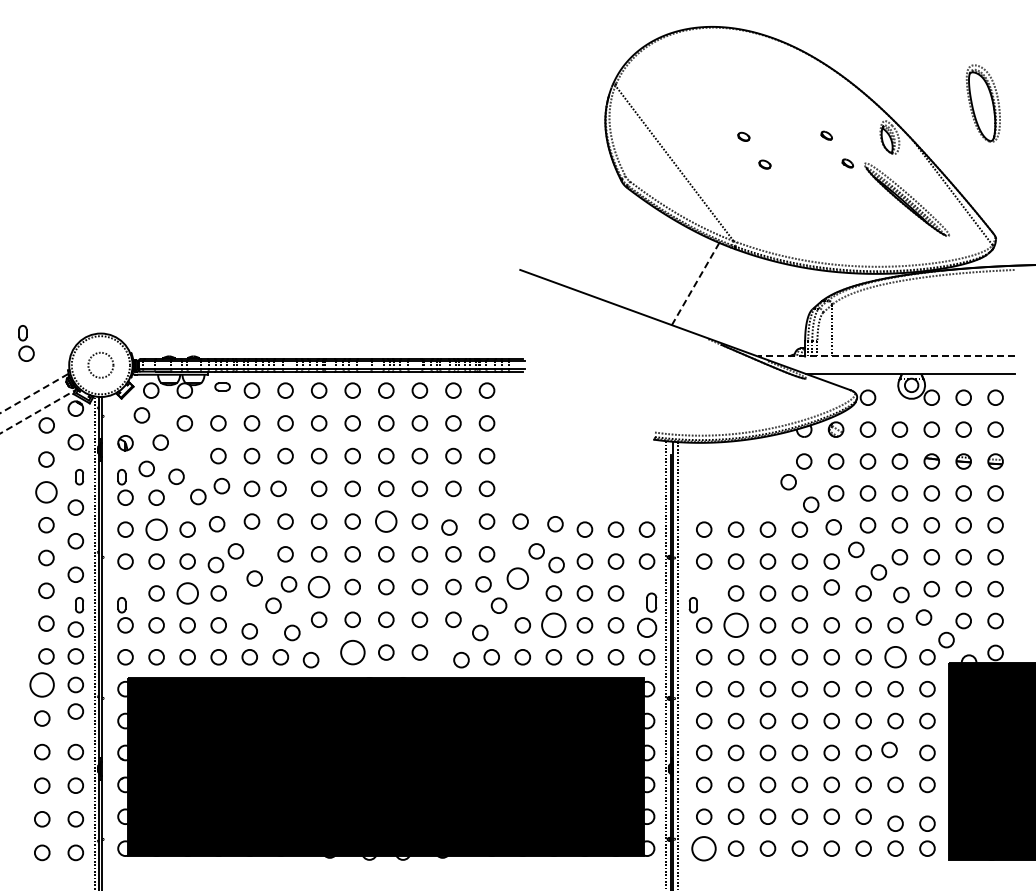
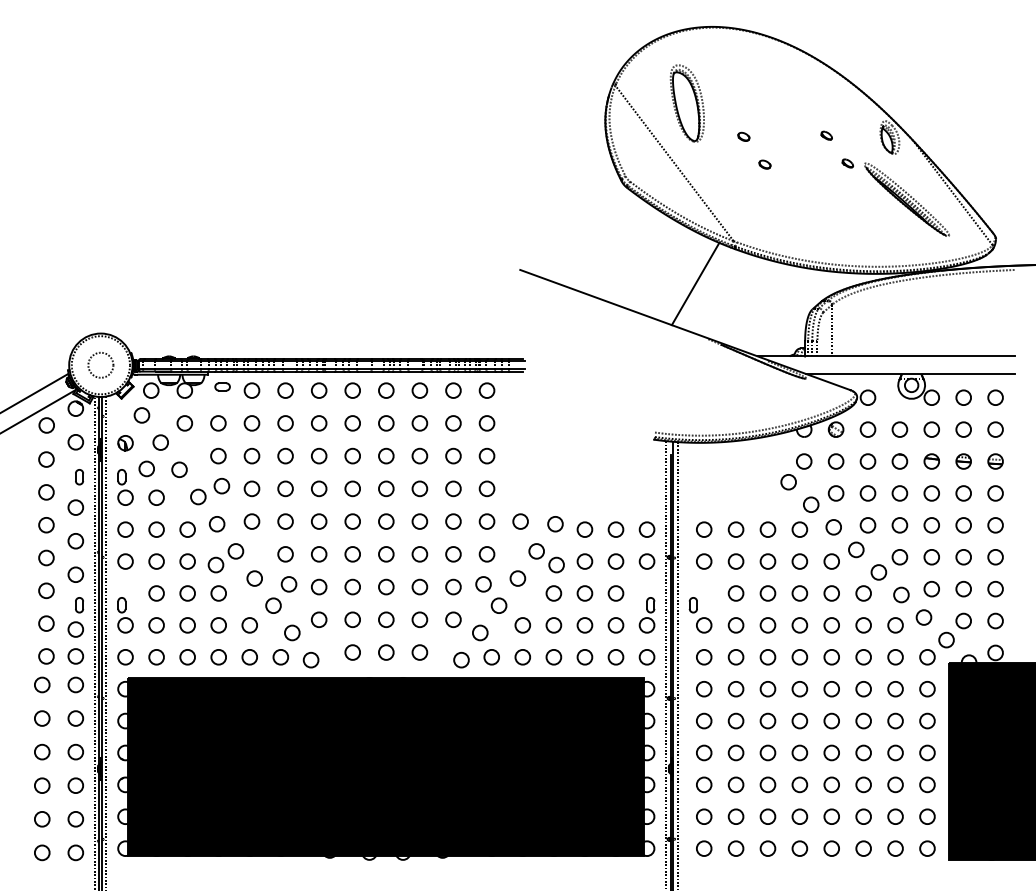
part at (982, 103) position: (982, 103) -> (686, 103)
line at (695, 284): dashed -> solid
part at (26, 343): present -> none
line at (885, 356): dashed -> solid
line at (34, 393): dashed -> solid
line at (39, 411): dashed -> solid
circle at (176, 476) position: (176, 476) -> (179, 469)
circle at (278, 488) position: (278, 488) -> (285, 488)
circle at (46, 492) size: 23x23 px -> 17x17 px
circle at (386, 521) size: 23x23 px -> 17x17 px
circle at (449, 527) position: (449, 527) -> (453, 521)
circle at (156, 529) size: 23x23 px -> 17x17 px
circle at (517, 578) size: 23x23 px -> 18x17 px
circle at (318, 587) size: 24x23 px -> 17x18 px
circle at (831, 587) position: (831, 587) -> (831, 593)
circle at (187, 593) size: 23x23 px -> 17x17 px
part at (647, 614) size: 21x46 px -> 18x37 px
circle at (553, 624) size: 26x26 px -> 18x17 px
circle at (735, 624) size: 26x26 px -> 18x17 px
circle at (249, 631) position: (249, 631) -> (249, 625)
line at (106, 641): none -> present
circle at (352, 652) size: 26x26 px -> 17x17 px
circle at (895, 657) size: 23x23 px -> 17x17 px
circle at (41, 684) size: 26x26 px -> 17x18 px
circle at (75, 711) position: (75, 711) -> (75, 718)
circle at (889, 749) position: (889, 749) -> (895, 752)
circle at (895, 823) position: (895, 823) -> (895, 816)
circle at (927, 823) position: (927, 823) -> (927, 816)
circle at (703, 848) size: 26x26 px -> 17x17 px
